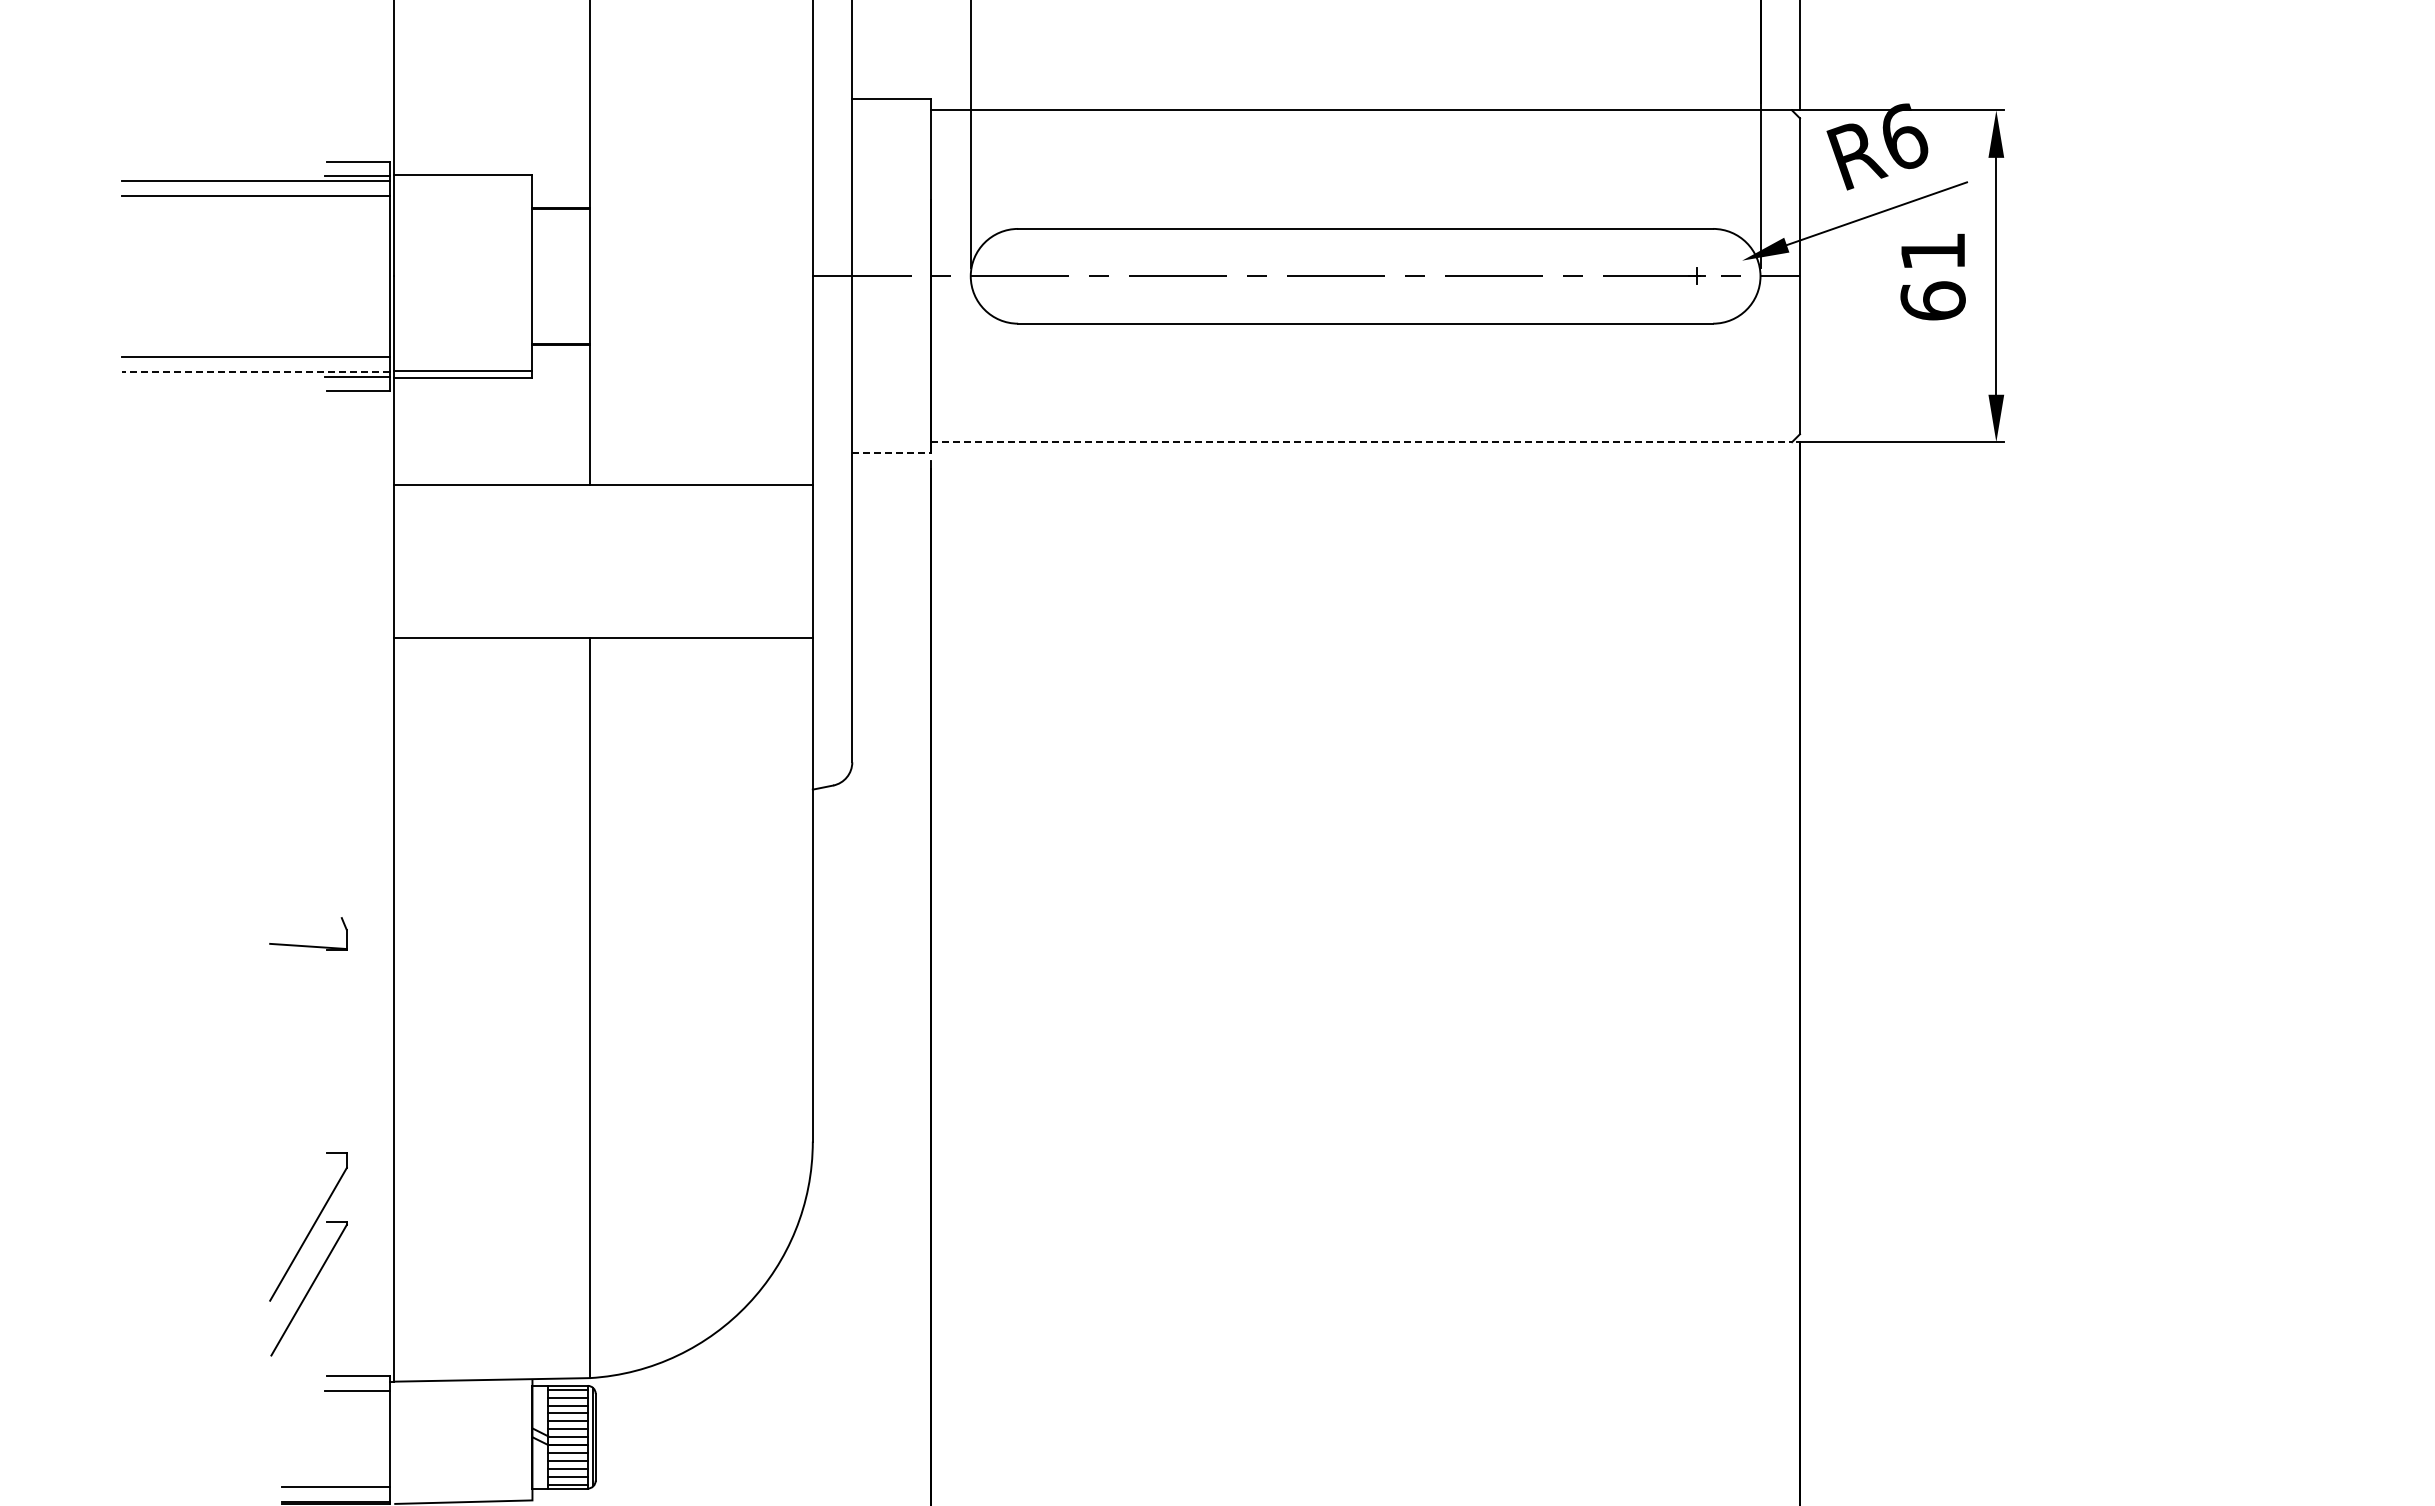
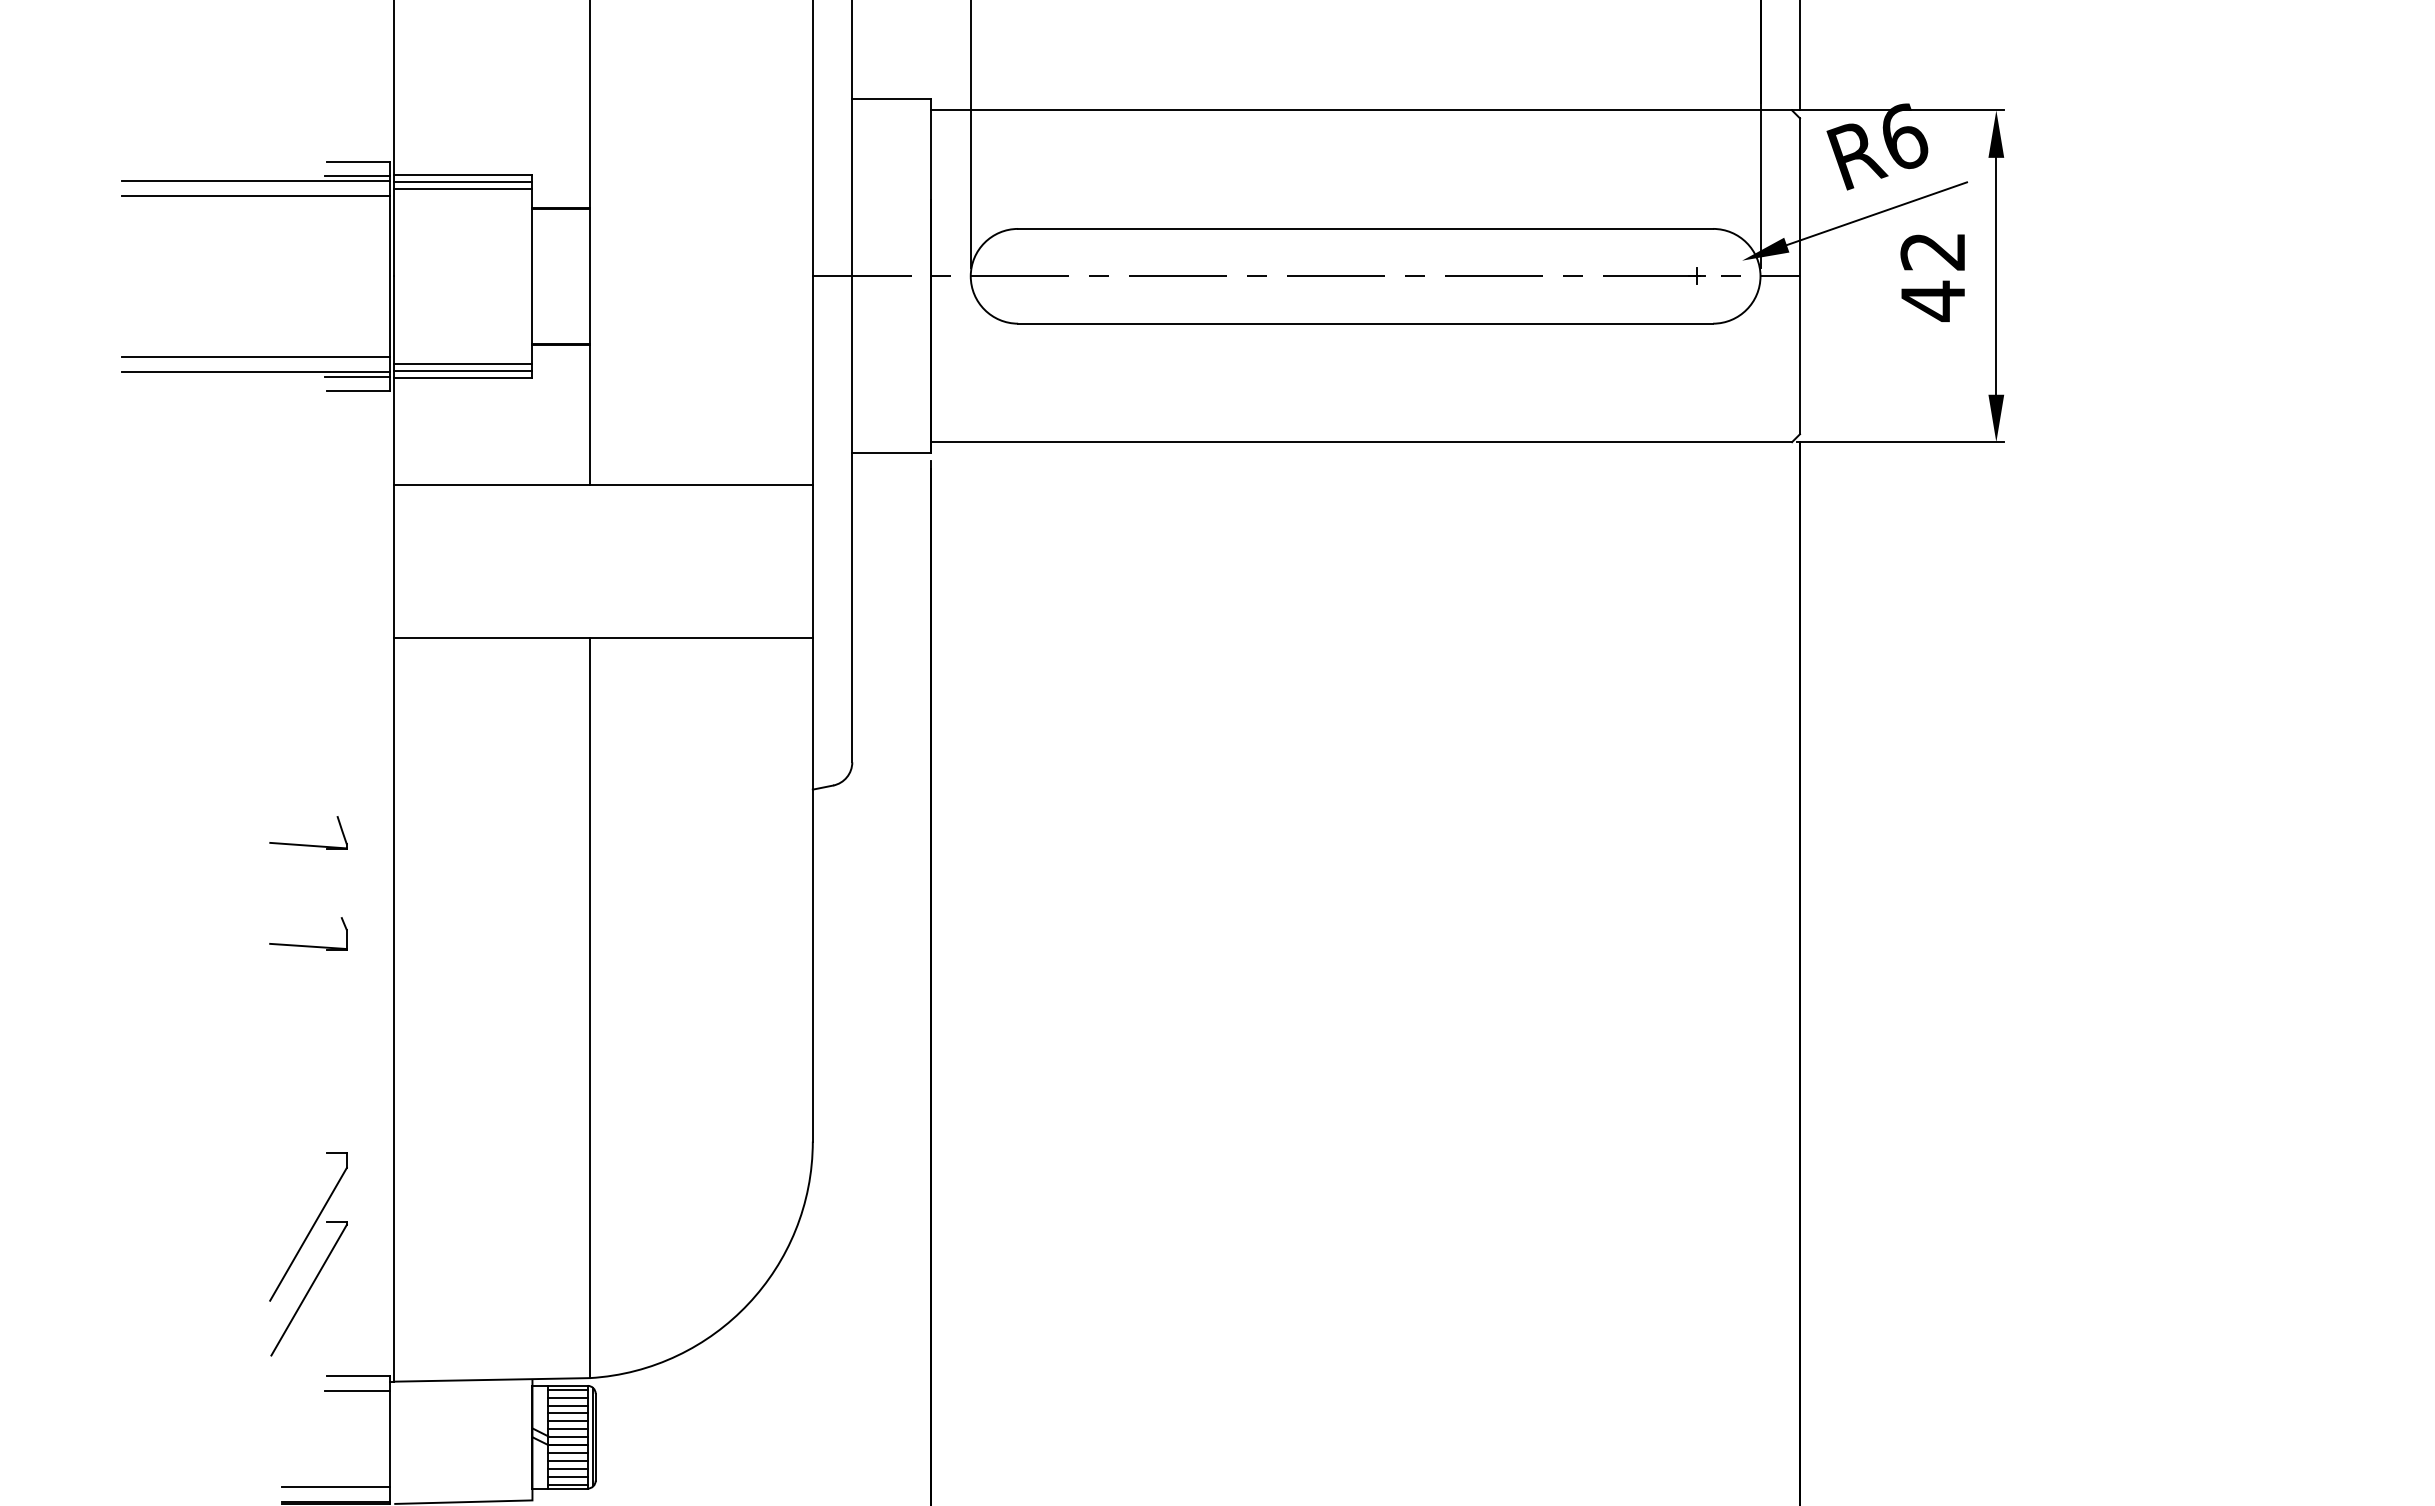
line at (463, 181): none -> present
line at (463, 188): none -> present
text at (1932, 277): 61 -> 42
line at (463, 363): none -> present
line at (255, 371): dashed -> solid
line at (1362, 442): dashed -> solid
line at (892, 453): dashed -> solid
part at (308, 844): none -> present
